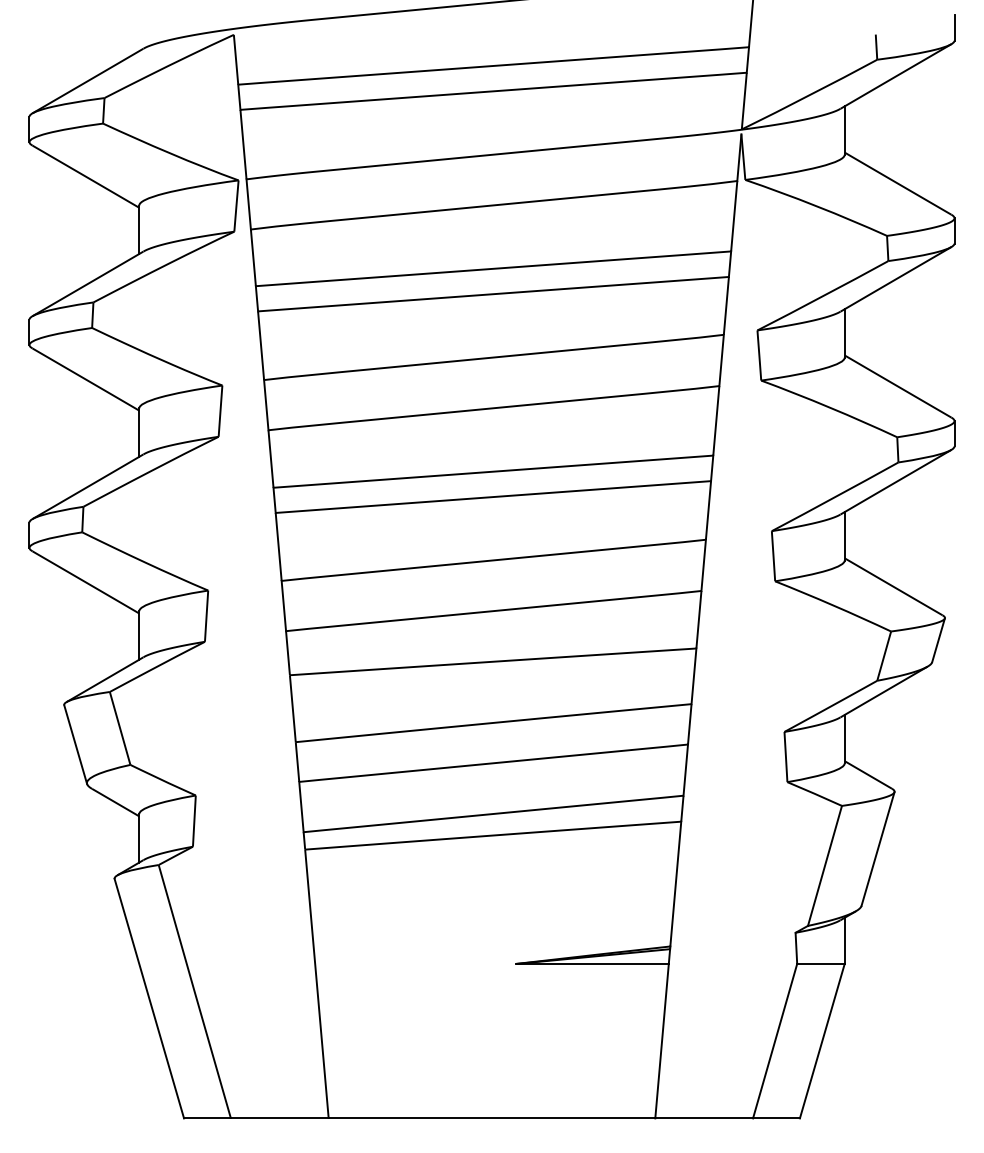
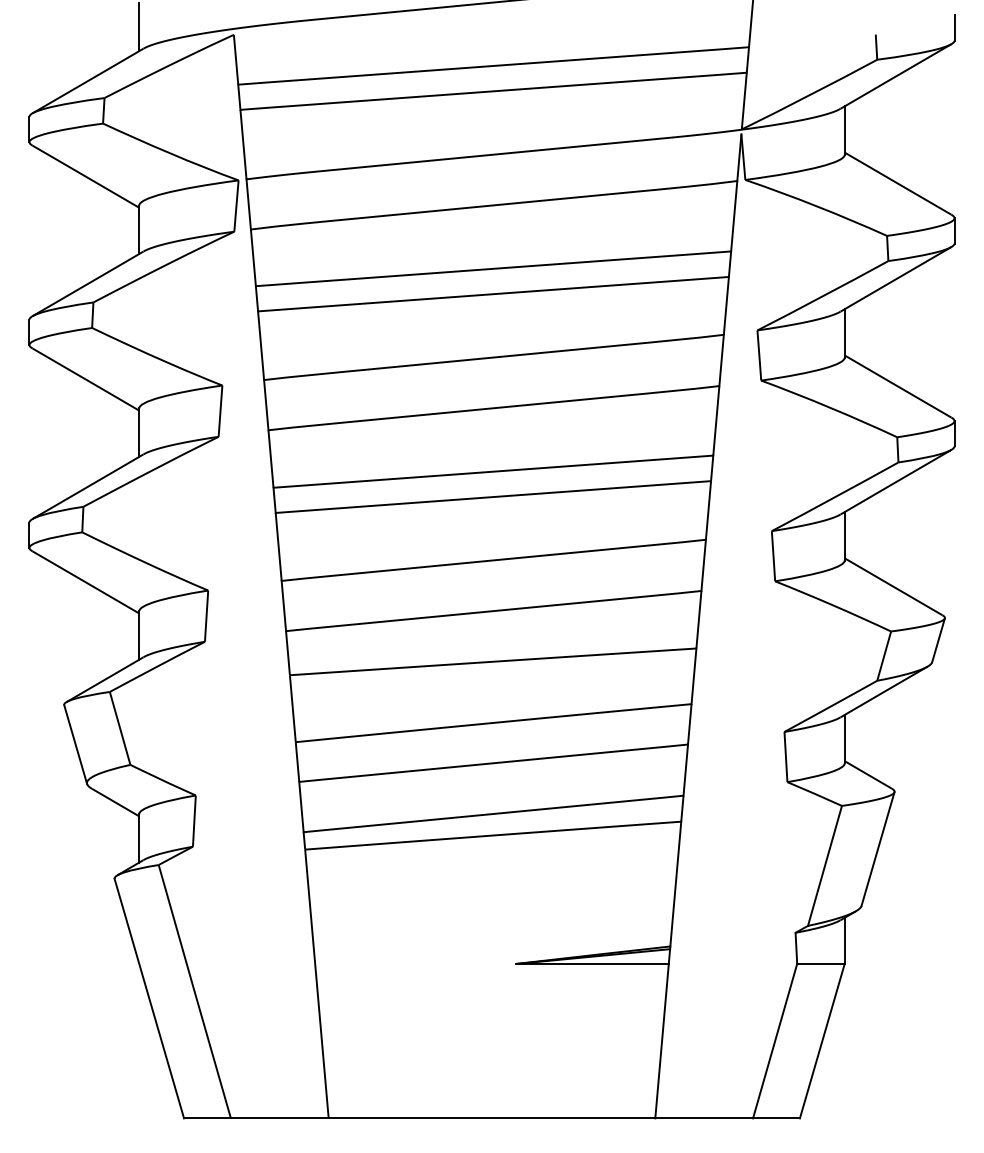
line at (139, 26): none -> present
